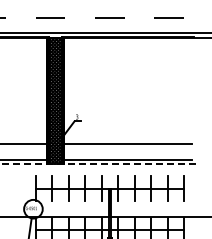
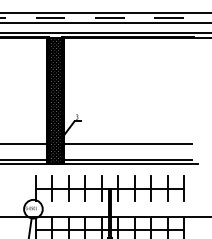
line at (105, 13): none -> present
line at (105, 23): none -> present
line at (99, 164): dashed -> solid
